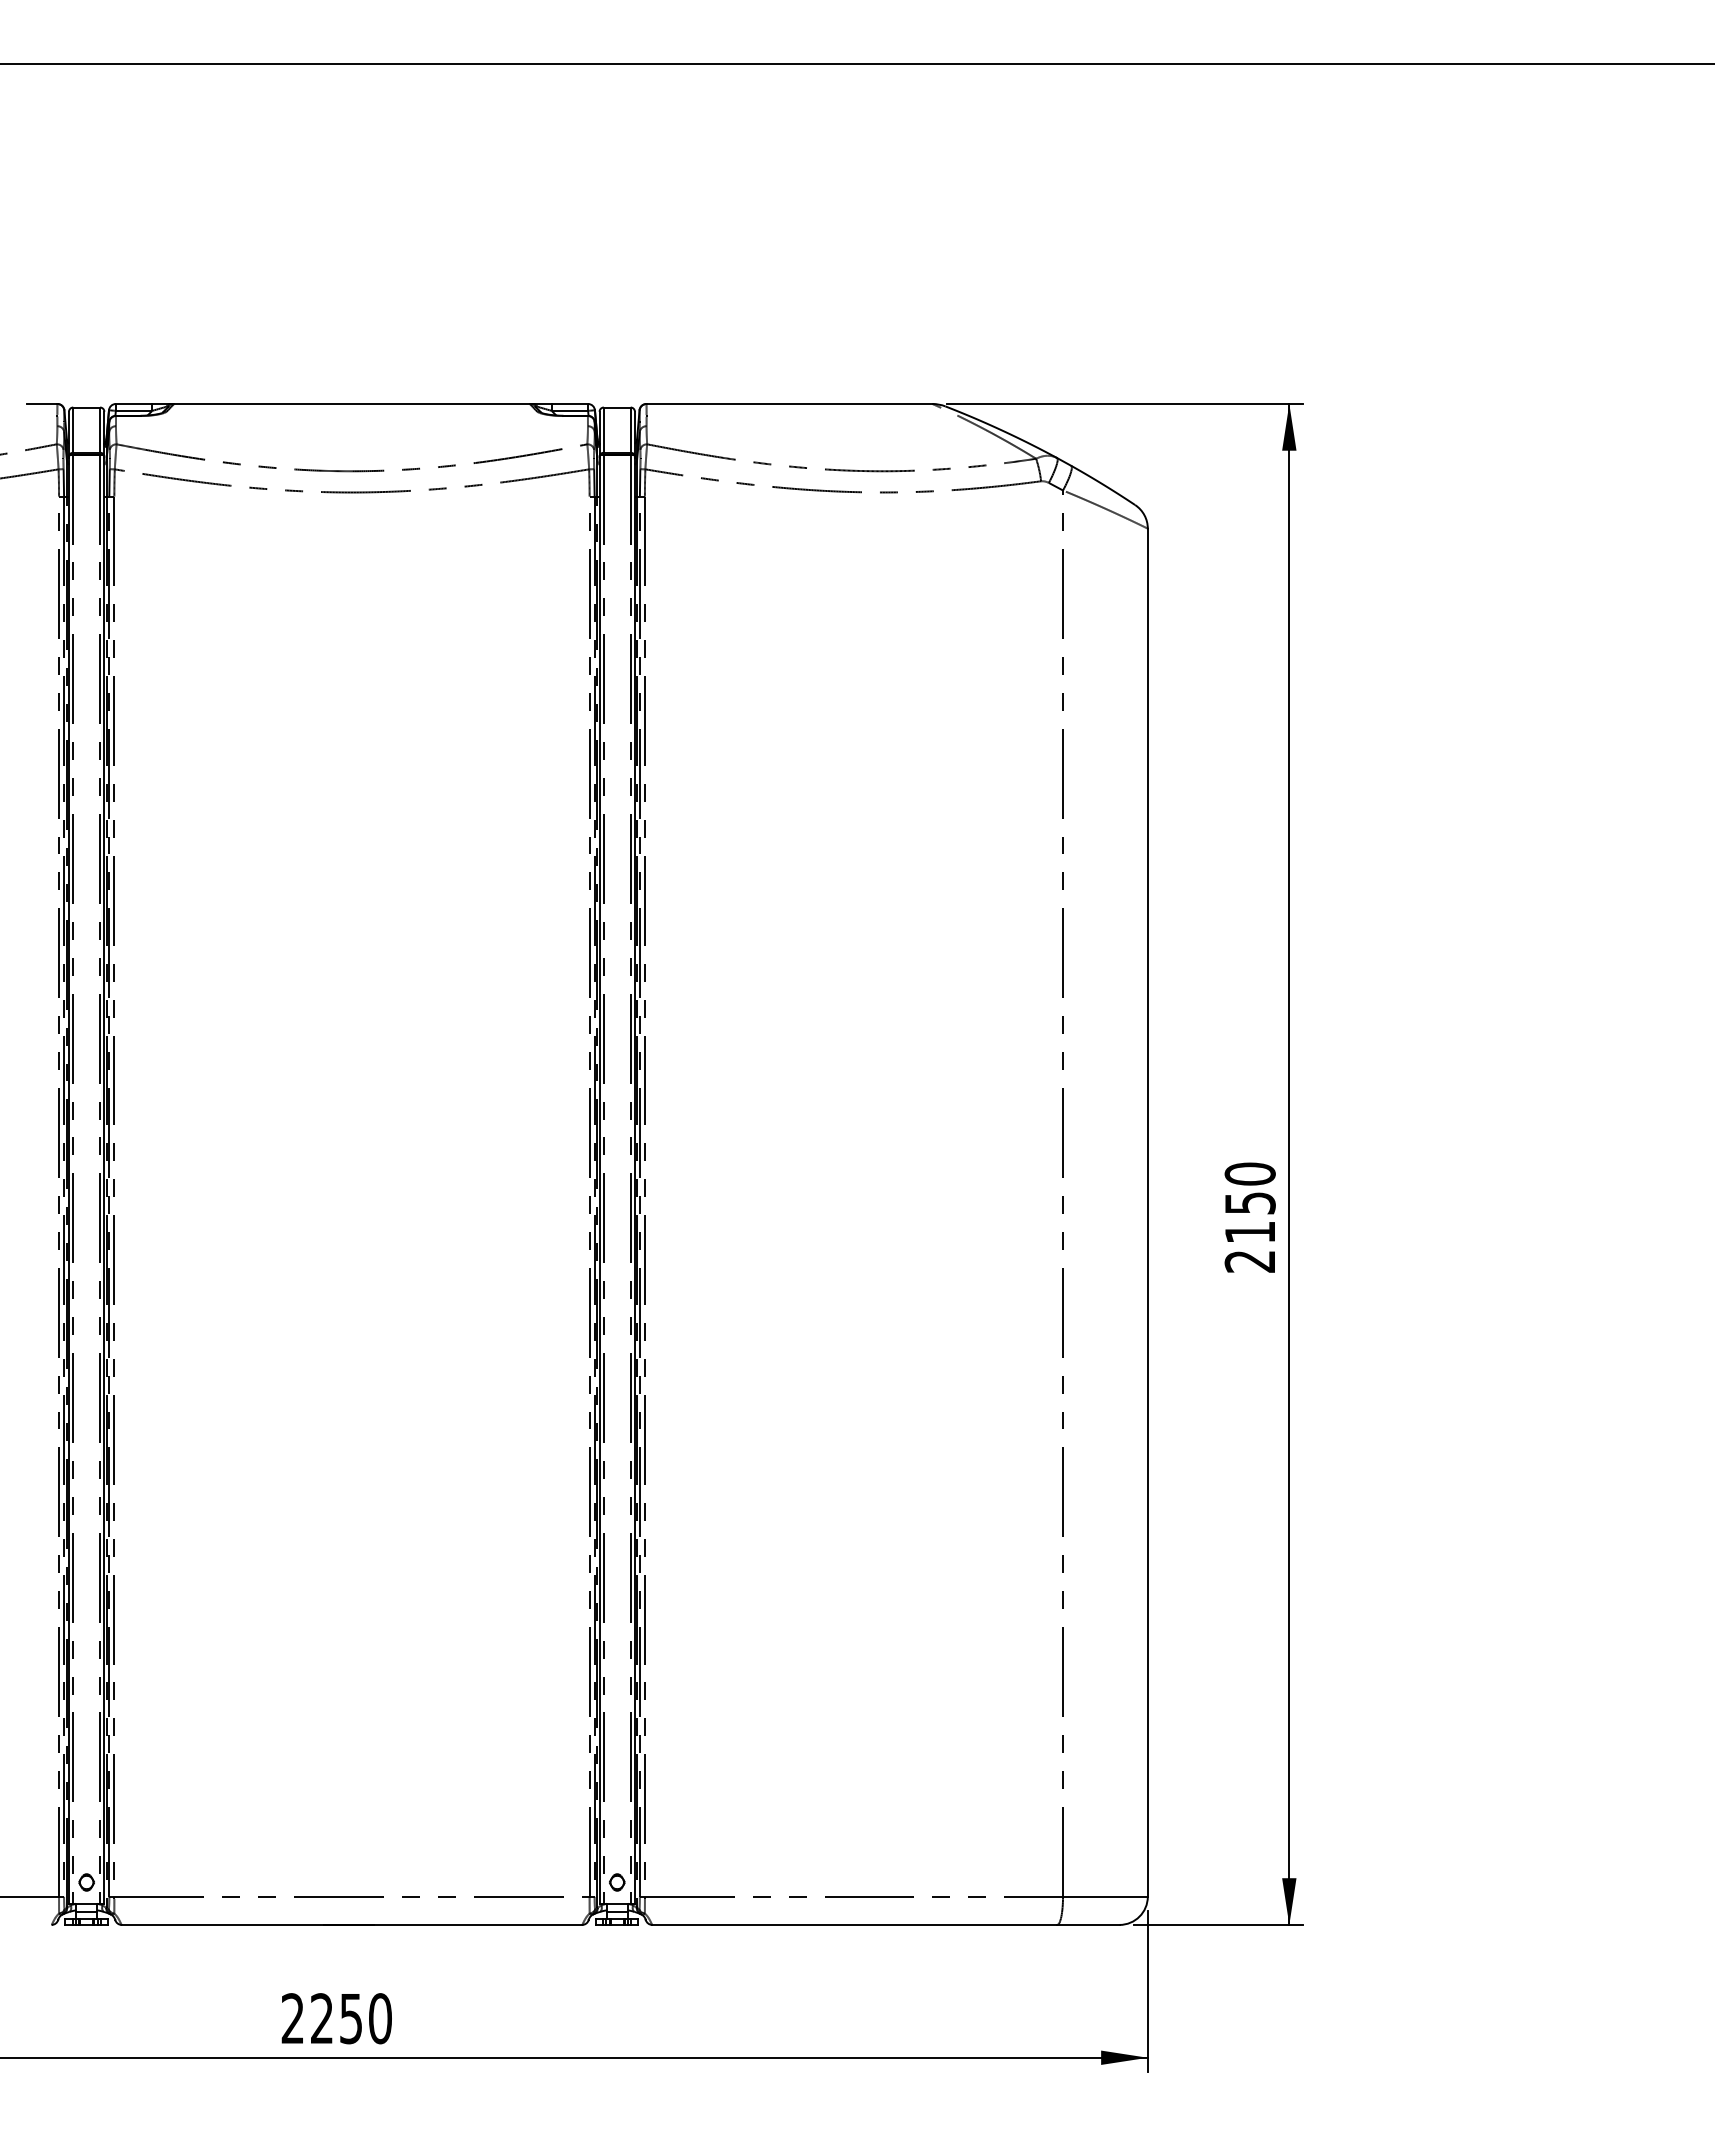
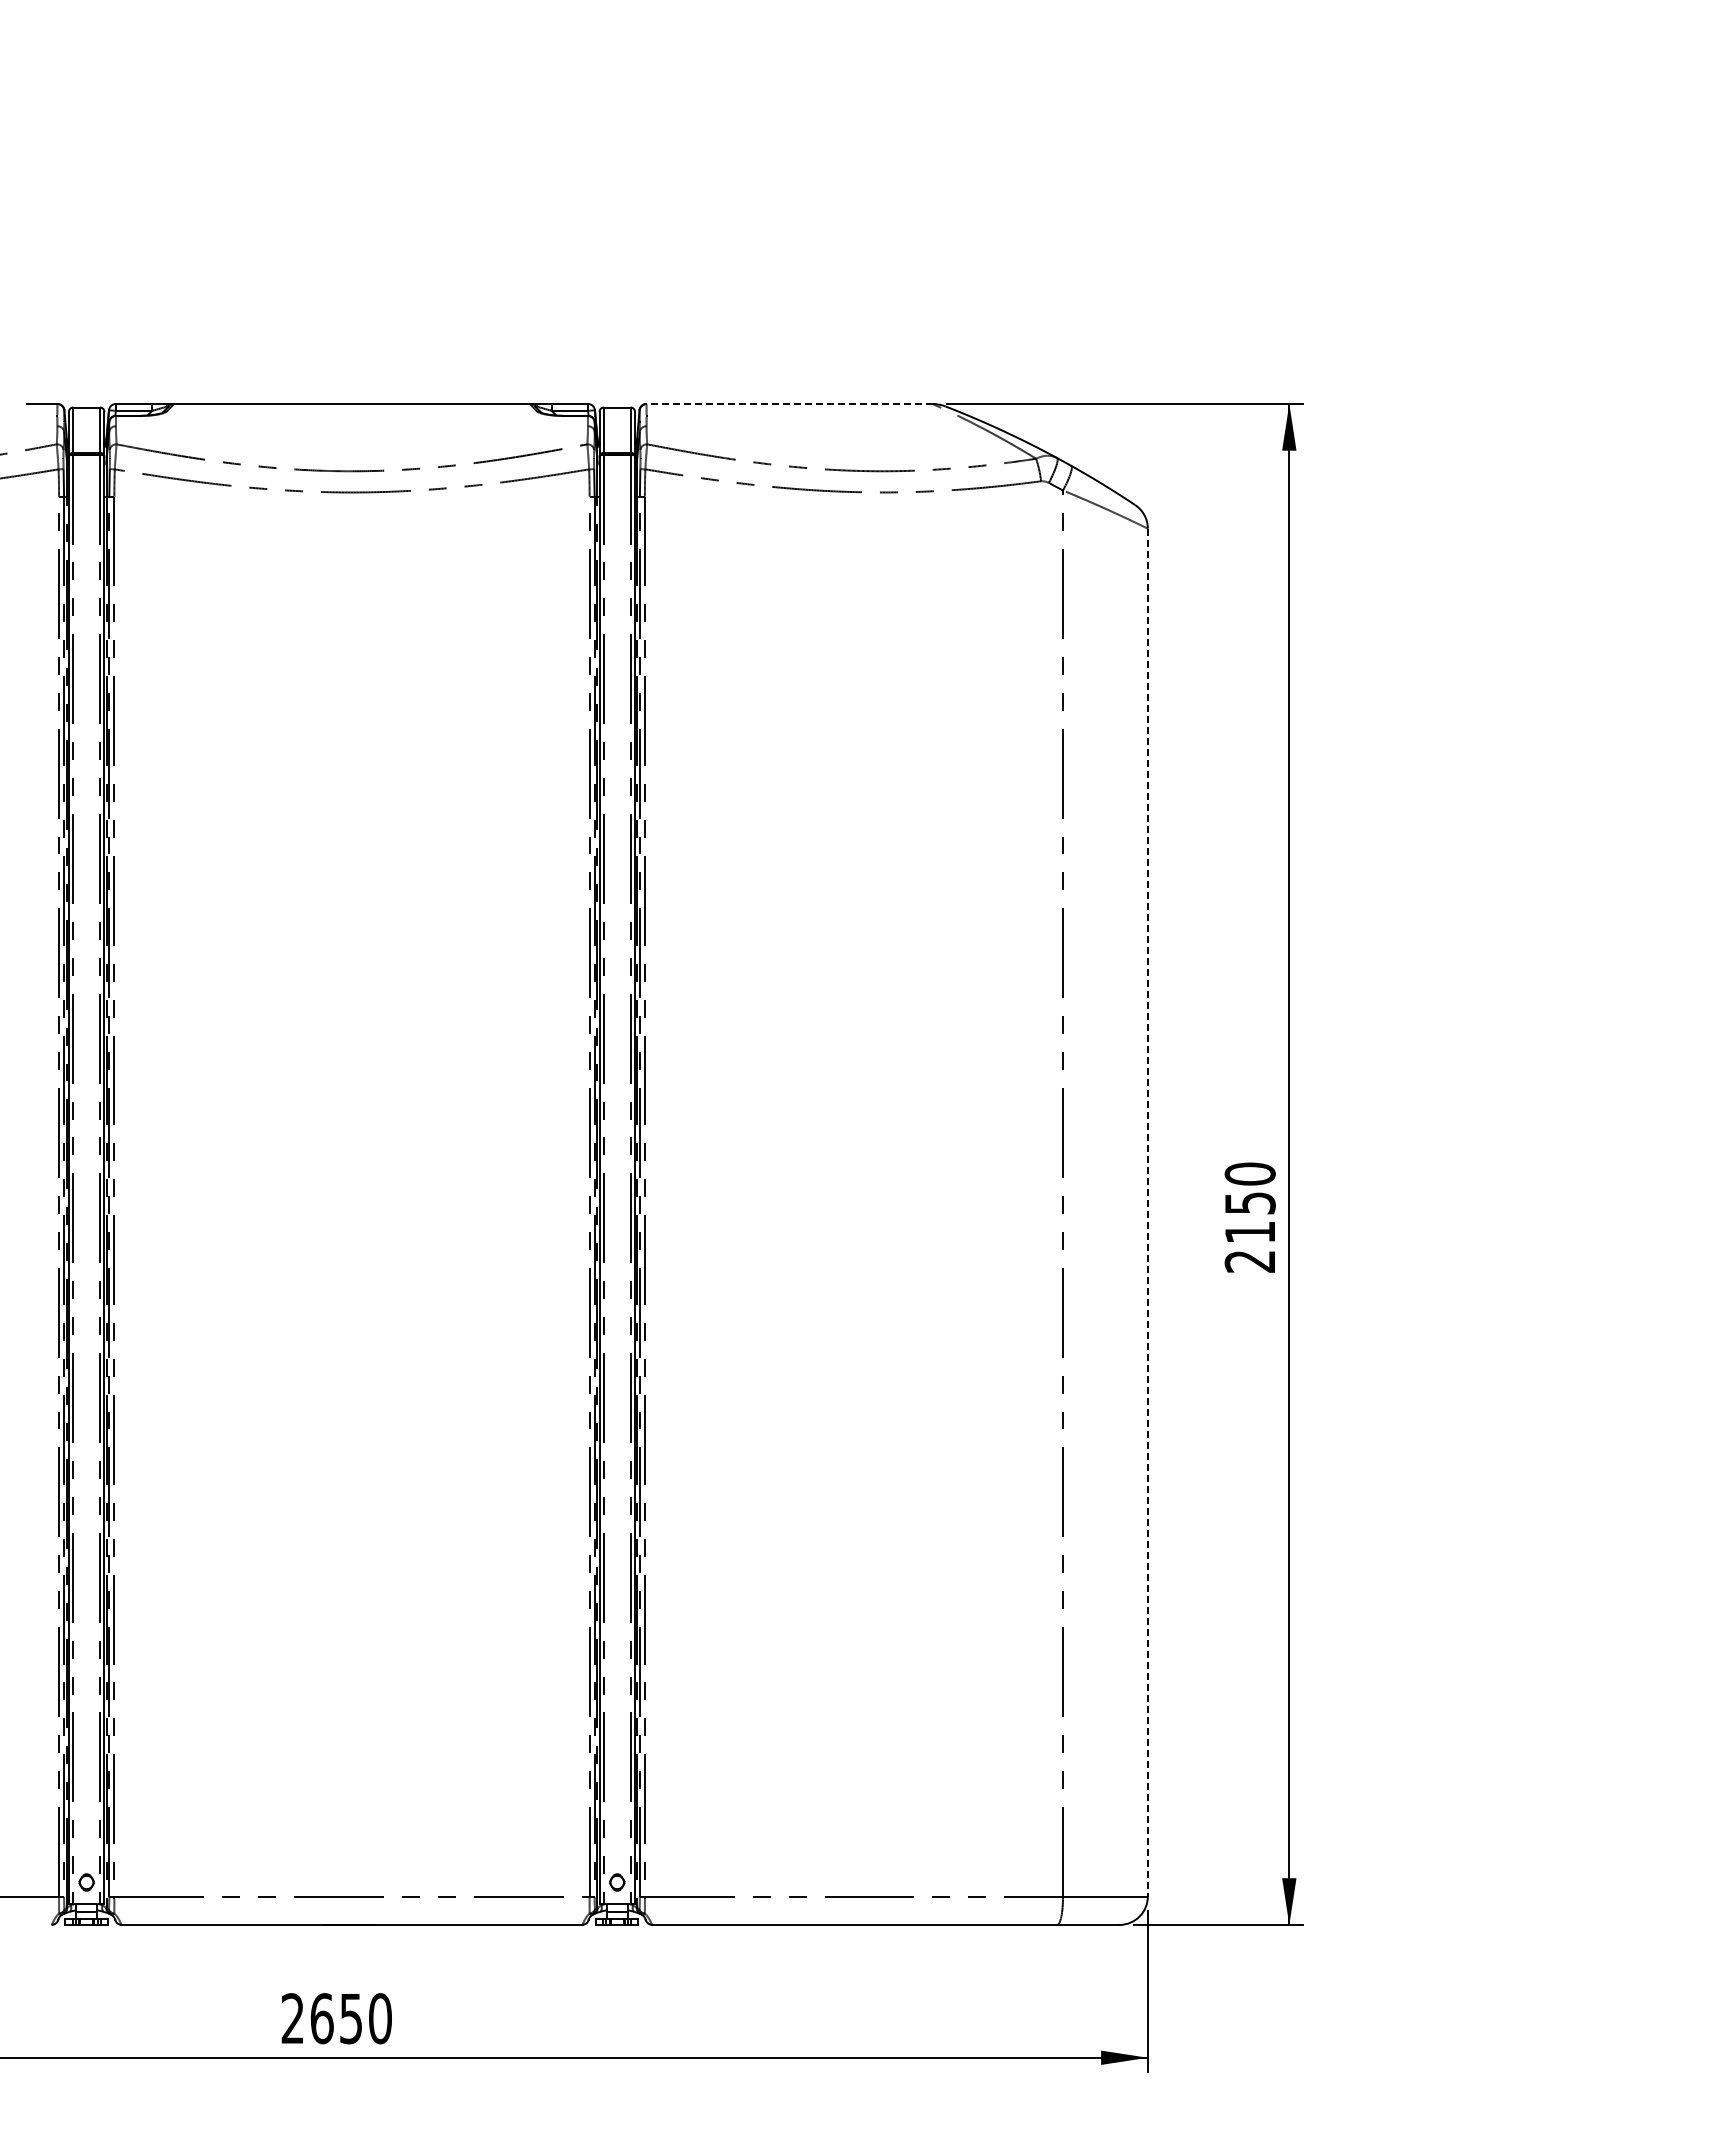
line at (856, 64): present -> none
line at (789, 403): solid -> dashed
line at (1147, 1213): solid -> dashed
text at (321, 2018): 2250 -> 2650
